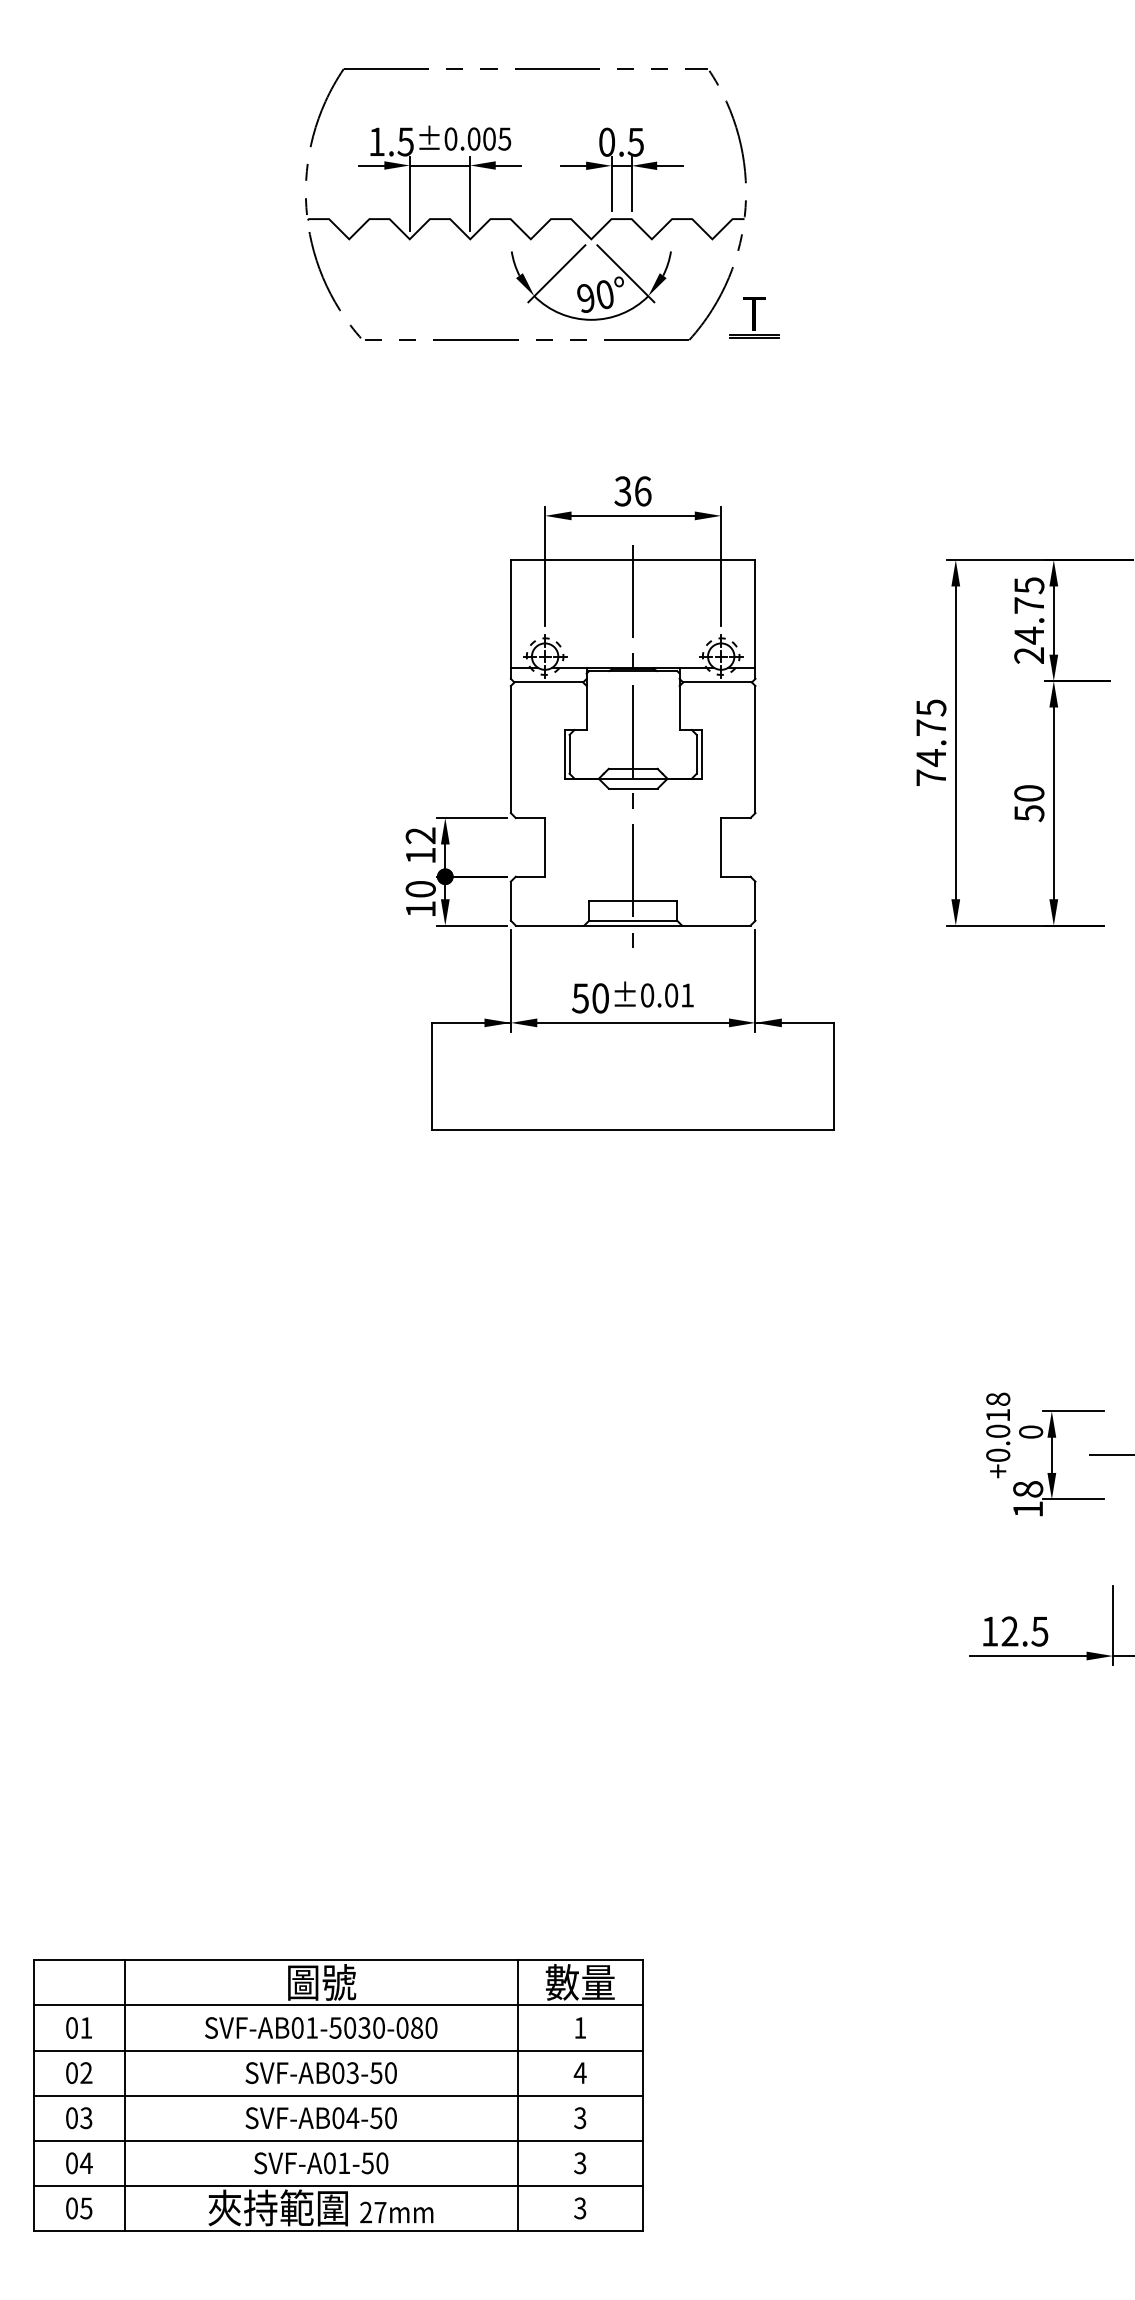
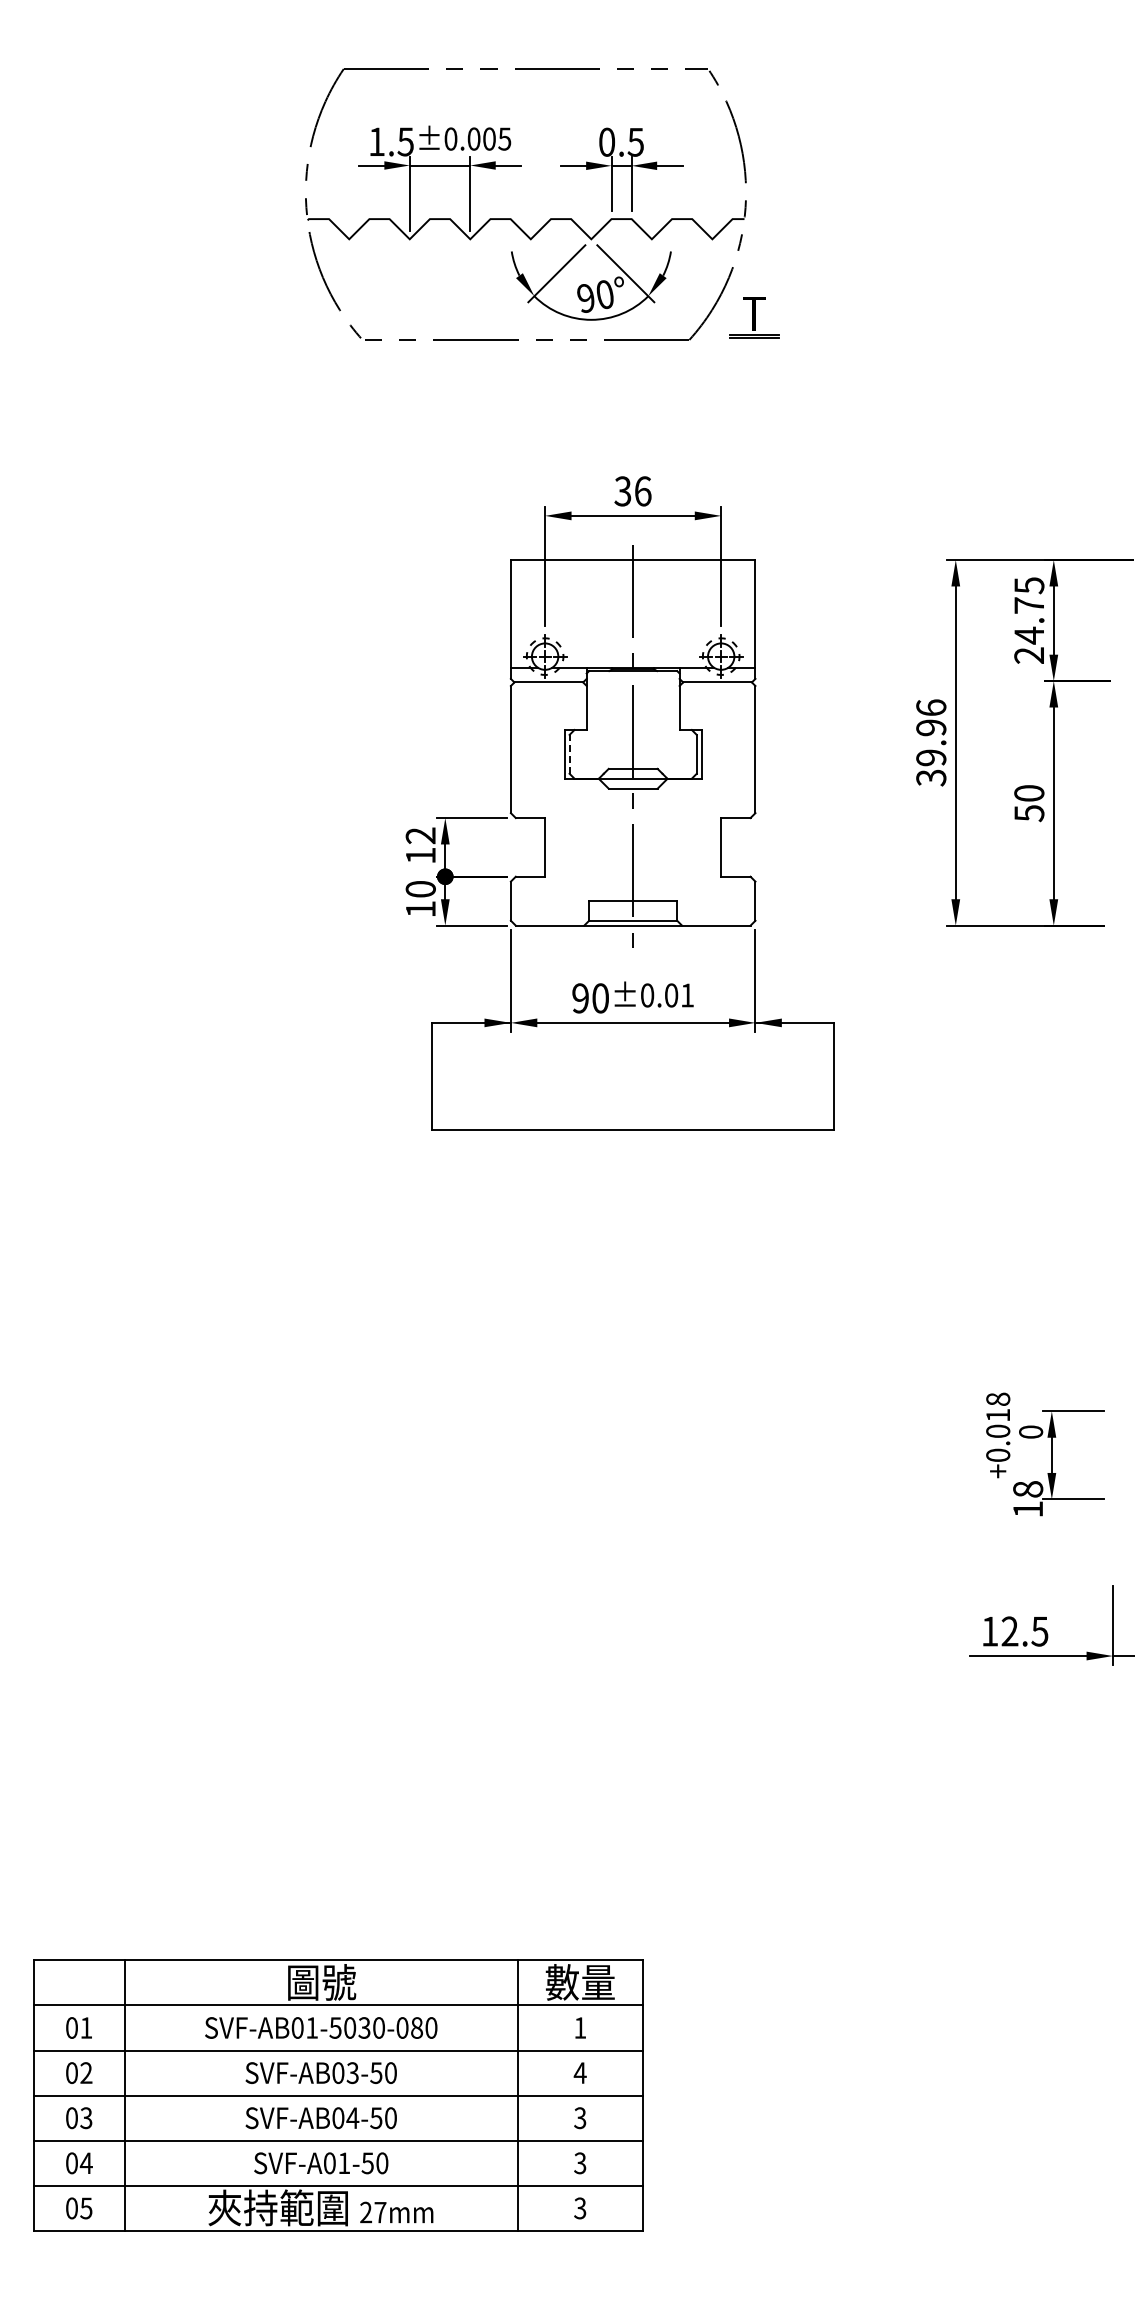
text at (931, 742): 74.75 -> 39.96
line at (569, 753): solid -> dashed
text at (580, 998): 50 -> 90
line at (1109, 1455): present -> none
